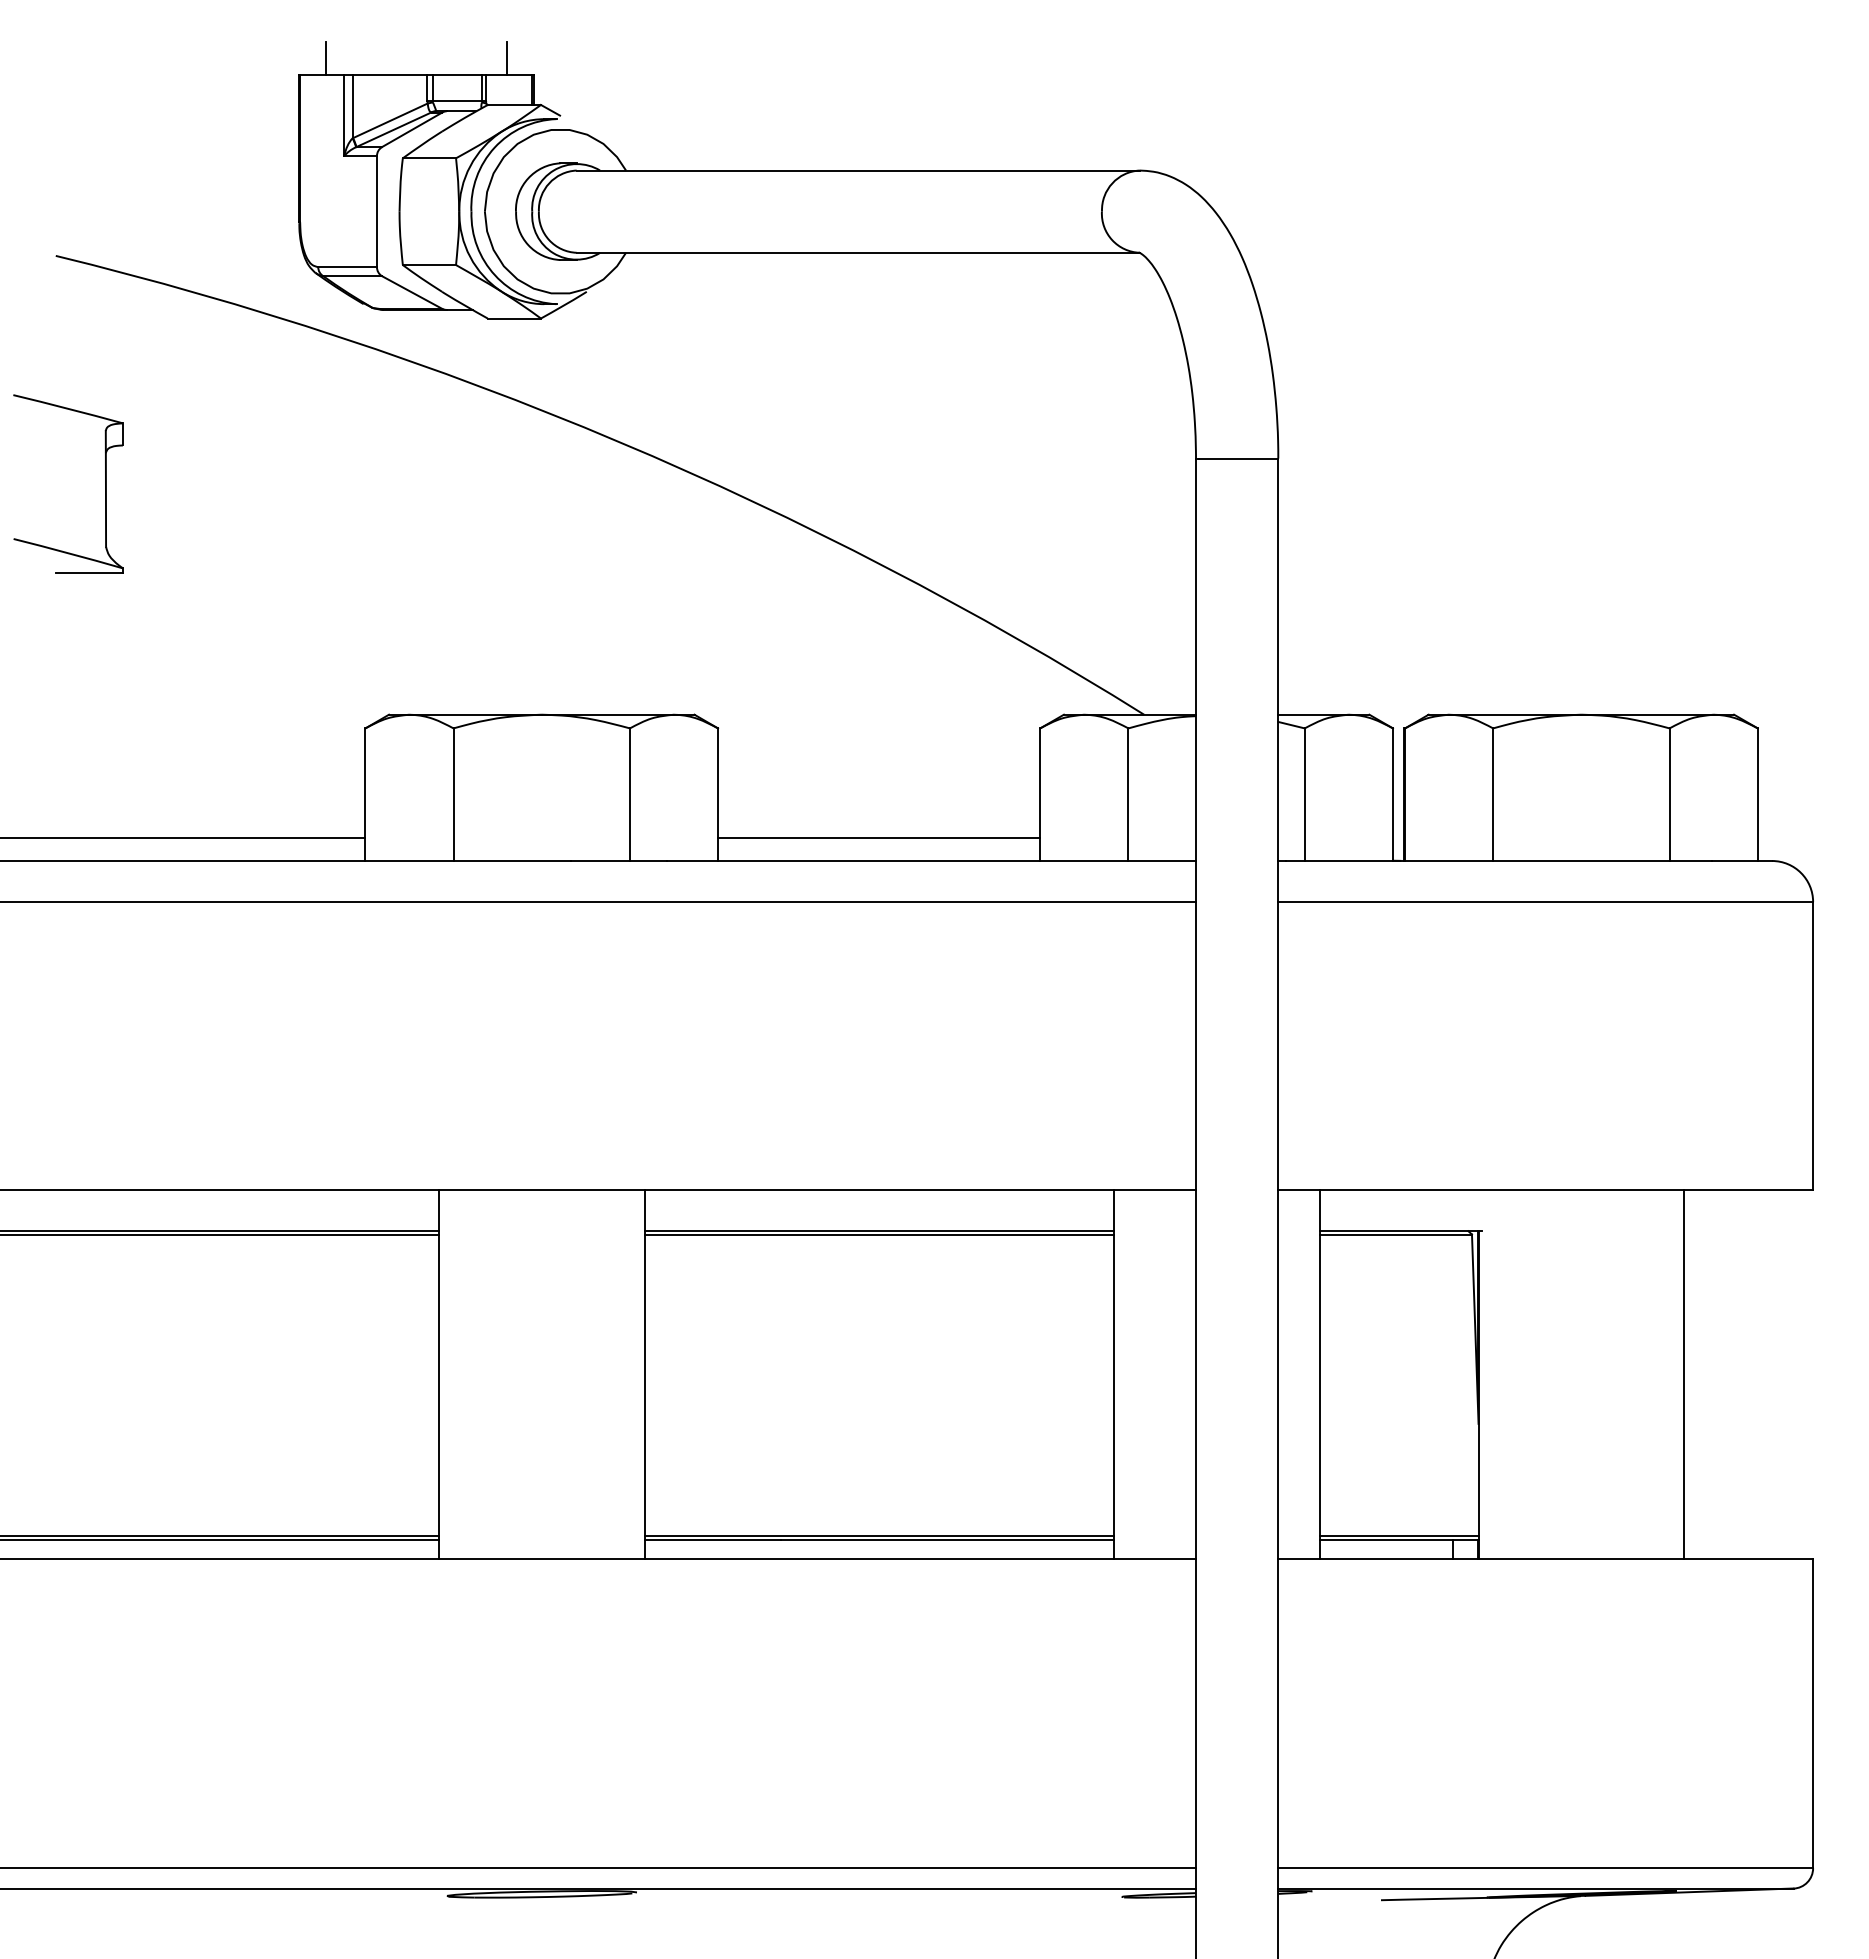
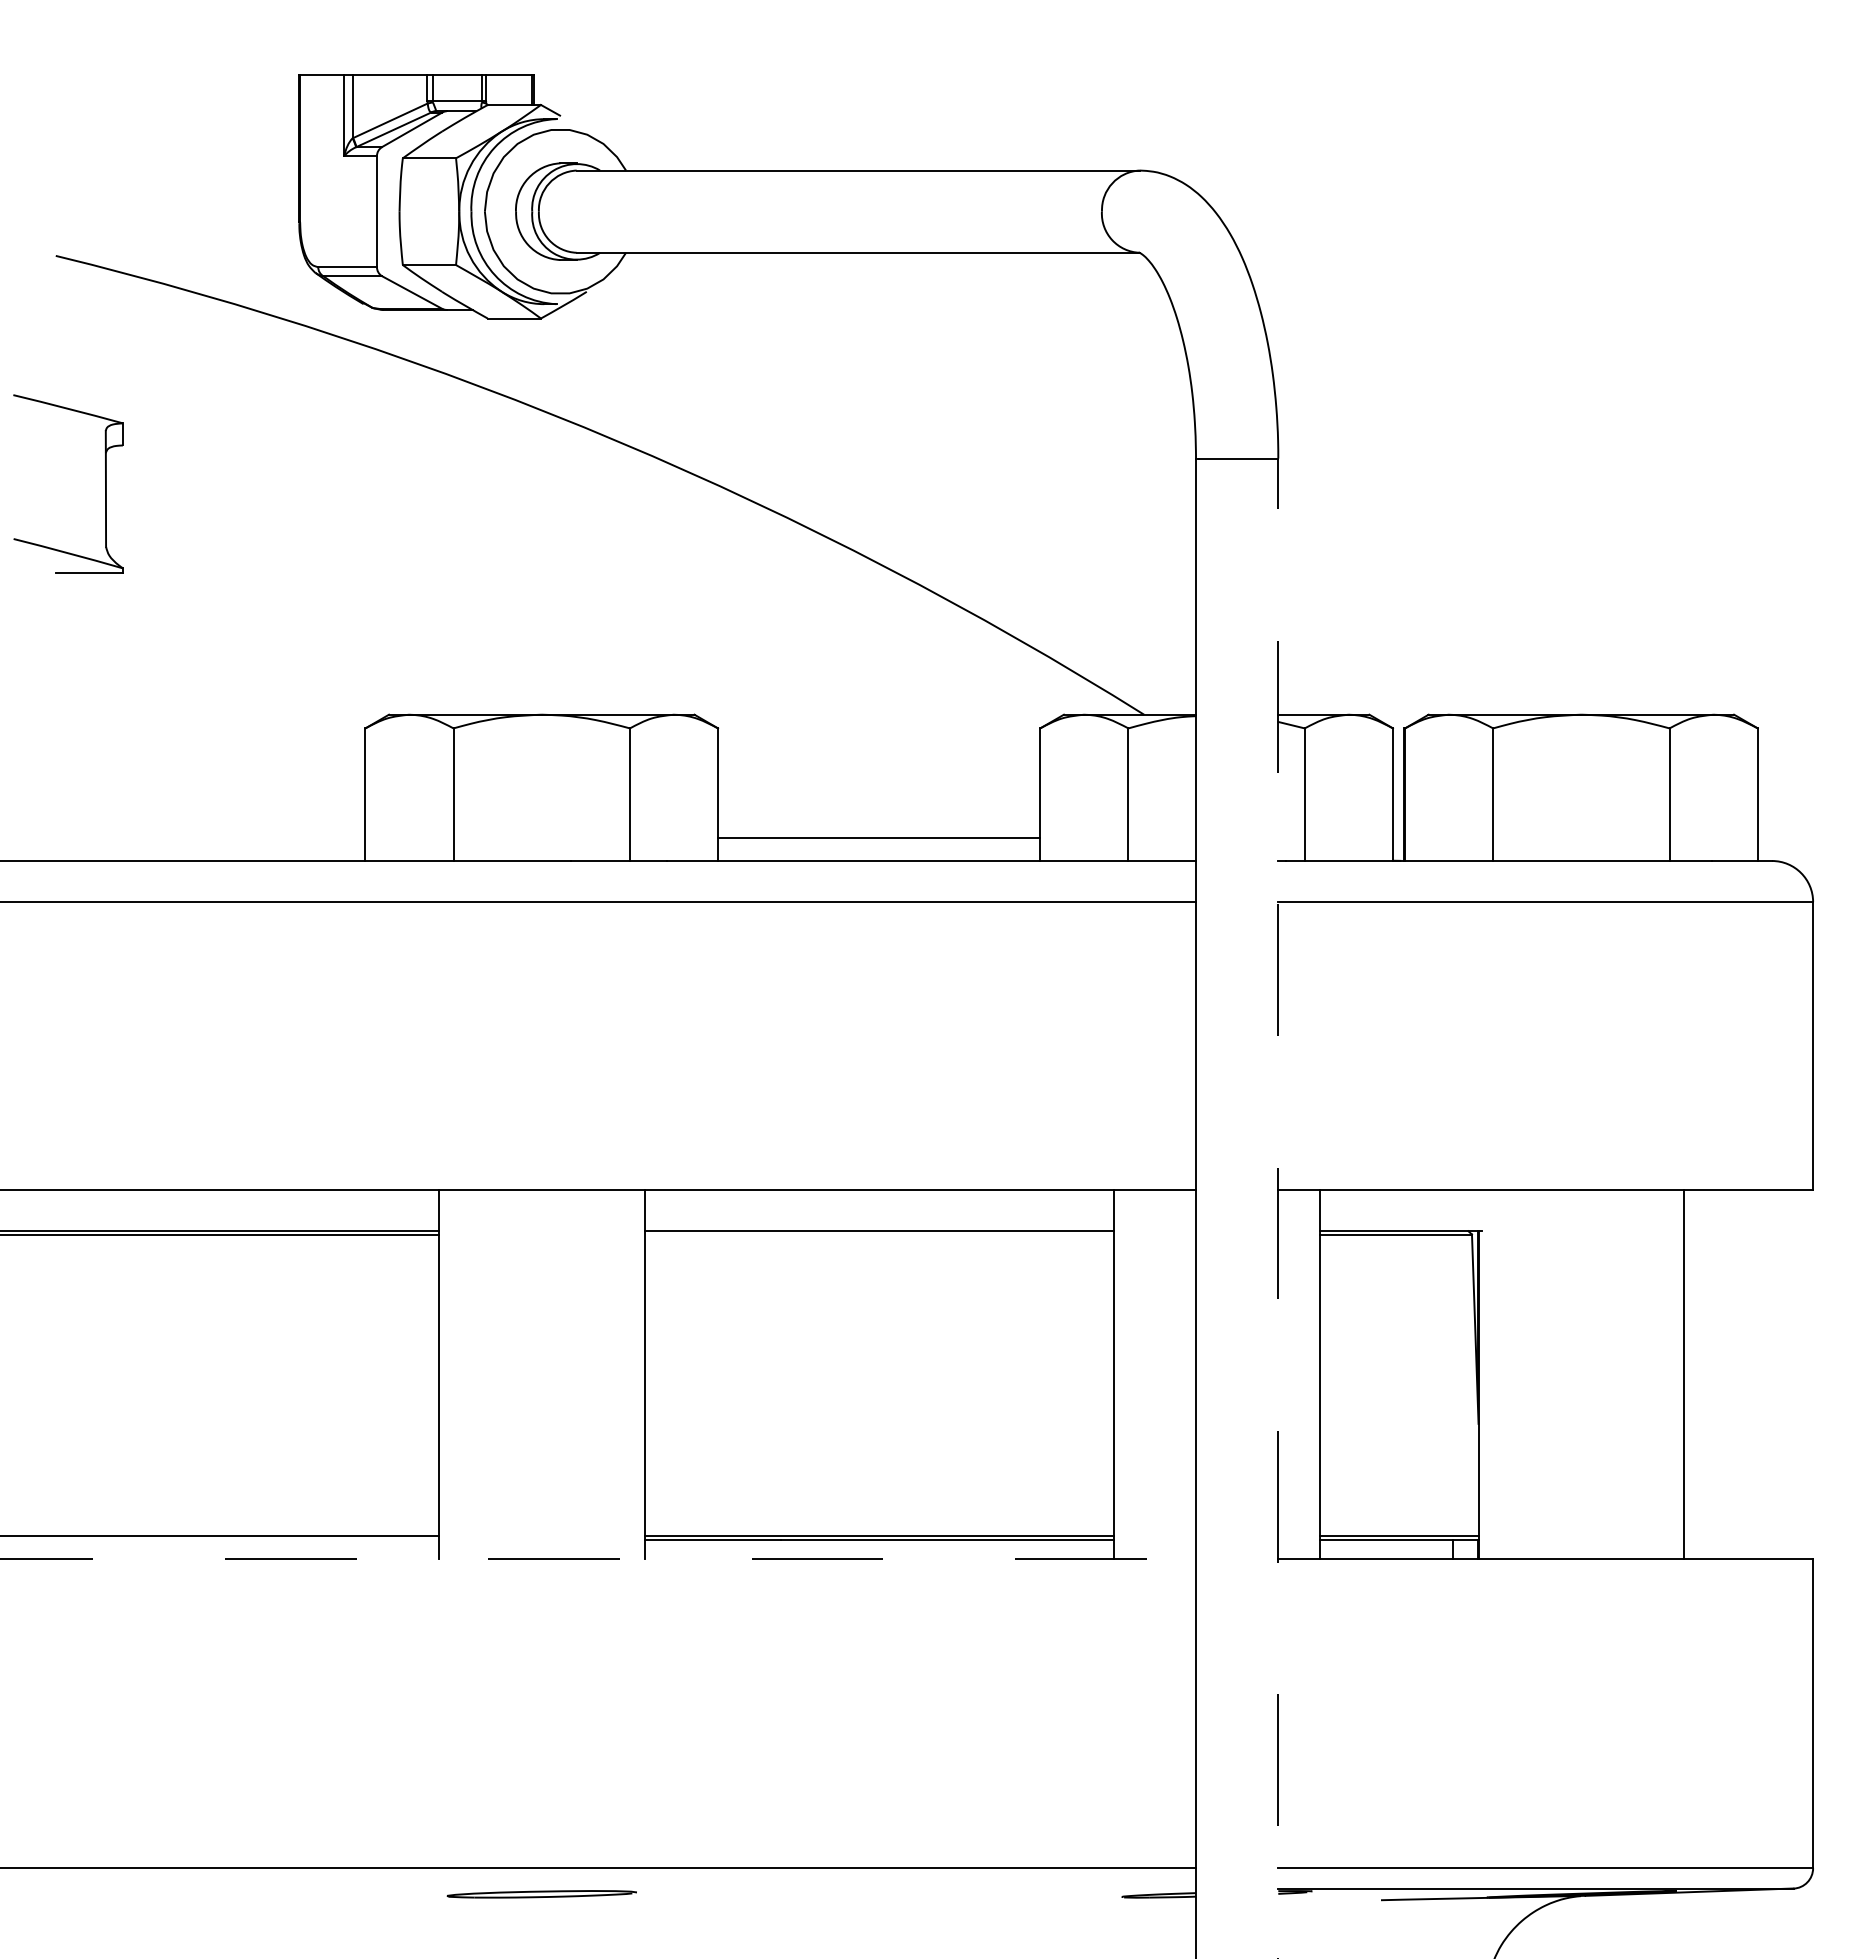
line at (326, 58): present -> none
line at (507, 58): present -> none
line at (183, 837): present -> none
line at (1278, 1208): solid -> dashed
line at (878, 1234): present -> none
line at (220, 1539): present -> none
line at (598, 1559): solid -> dashed
line at (599, 1888): present -> none
